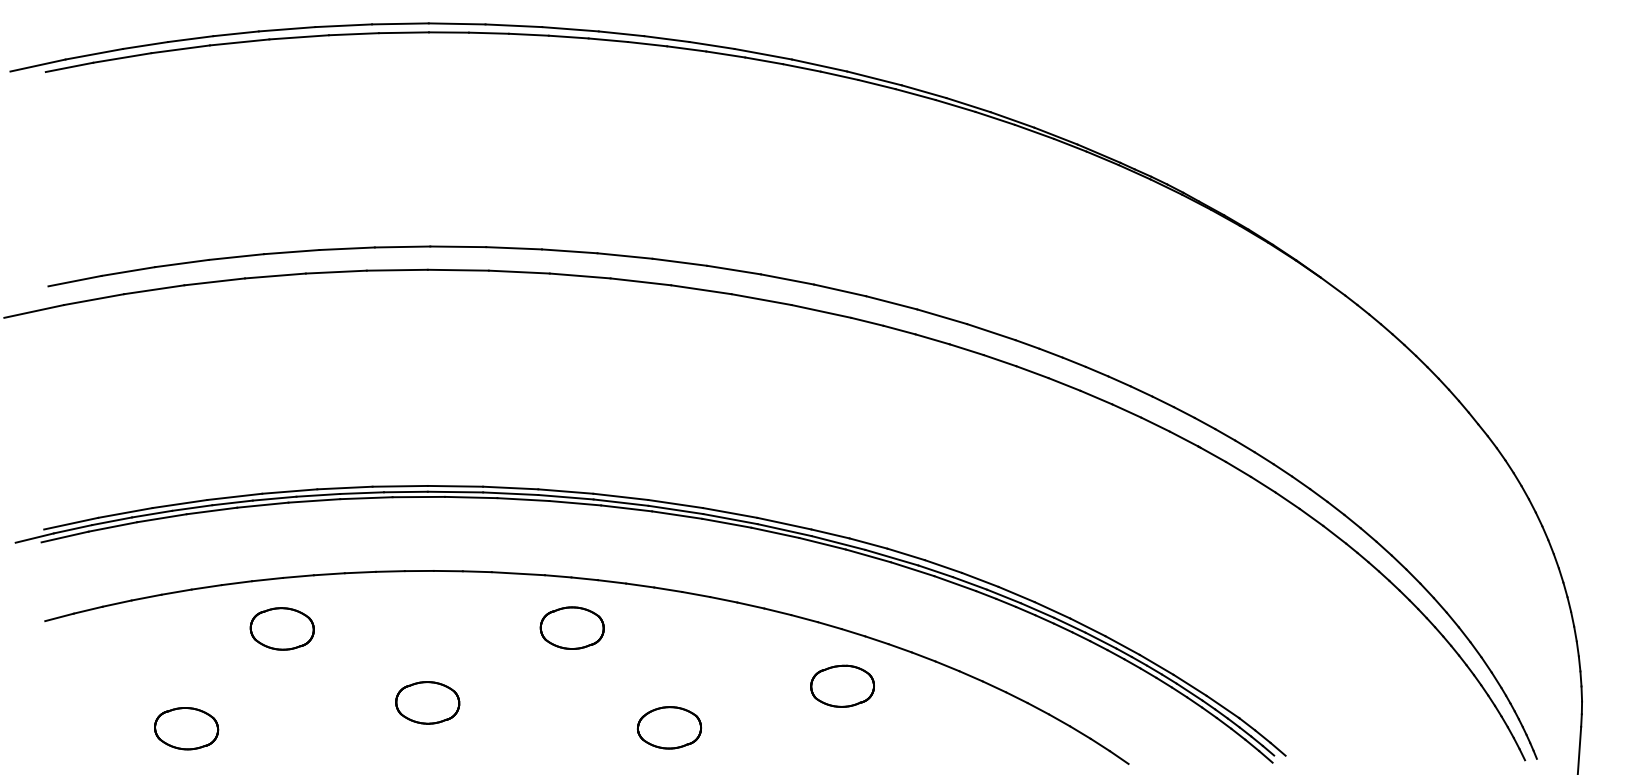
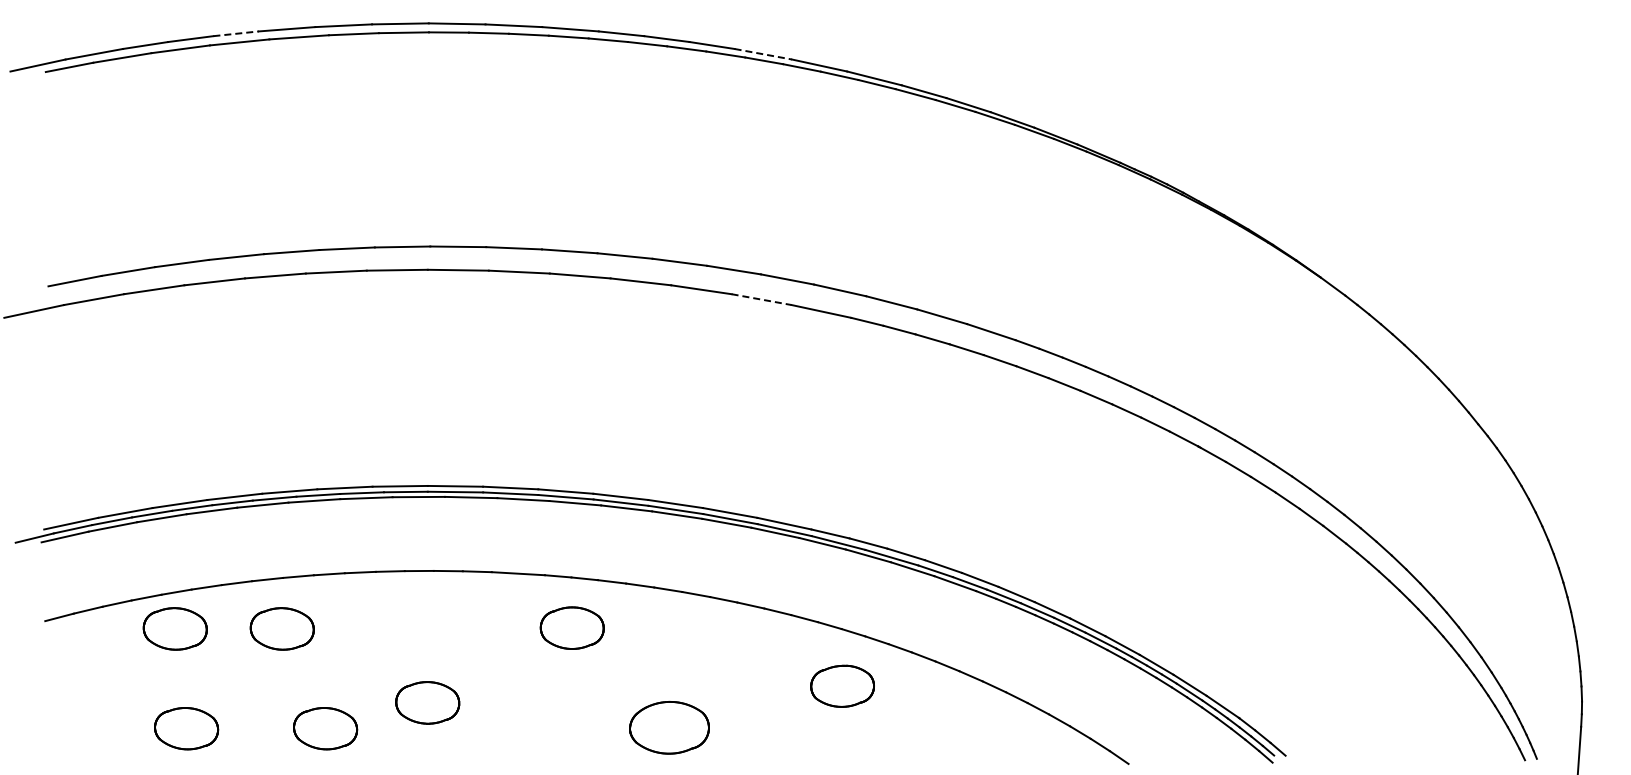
line at (236, 33): solid -> dashed
line at (763, 54): solid -> dashed
line at (761, 299): solid -> dashed
part at (174, 628): none -> present
part at (669, 727) size: 65x44 px -> 81x54 px
part at (325, 728): none -> present
